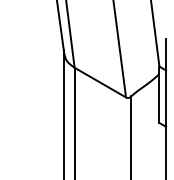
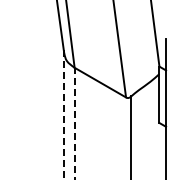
line at (64, 115): solid -> dashed
line at (74, 123): solid -> dashed
